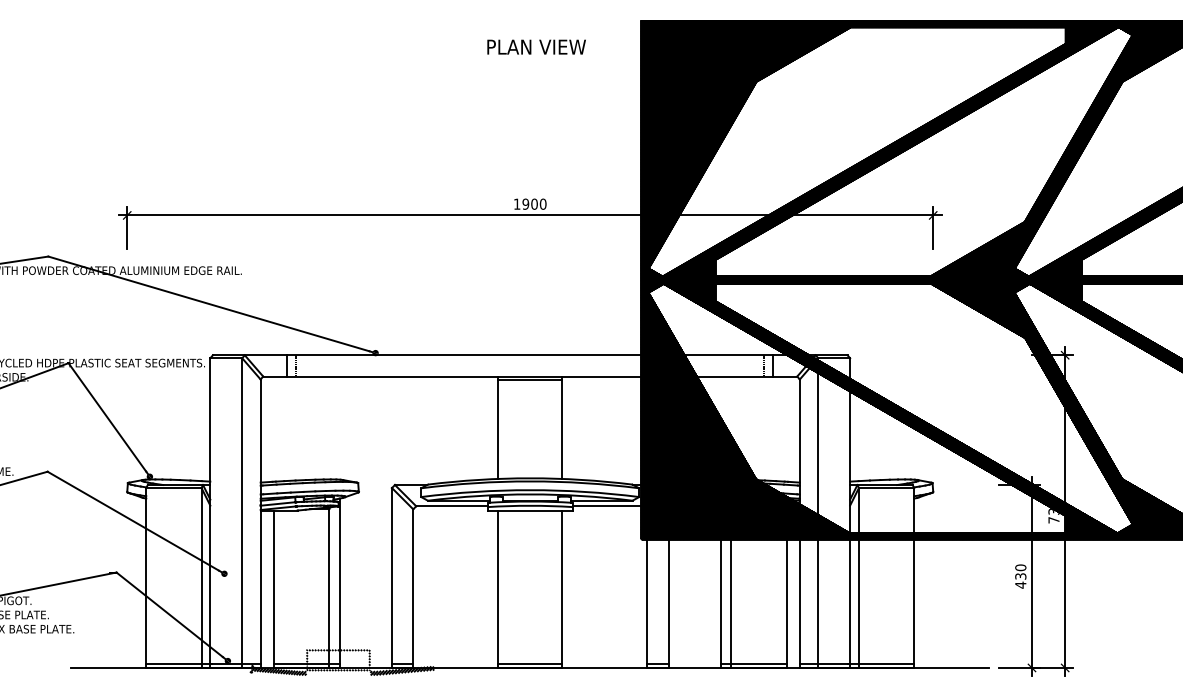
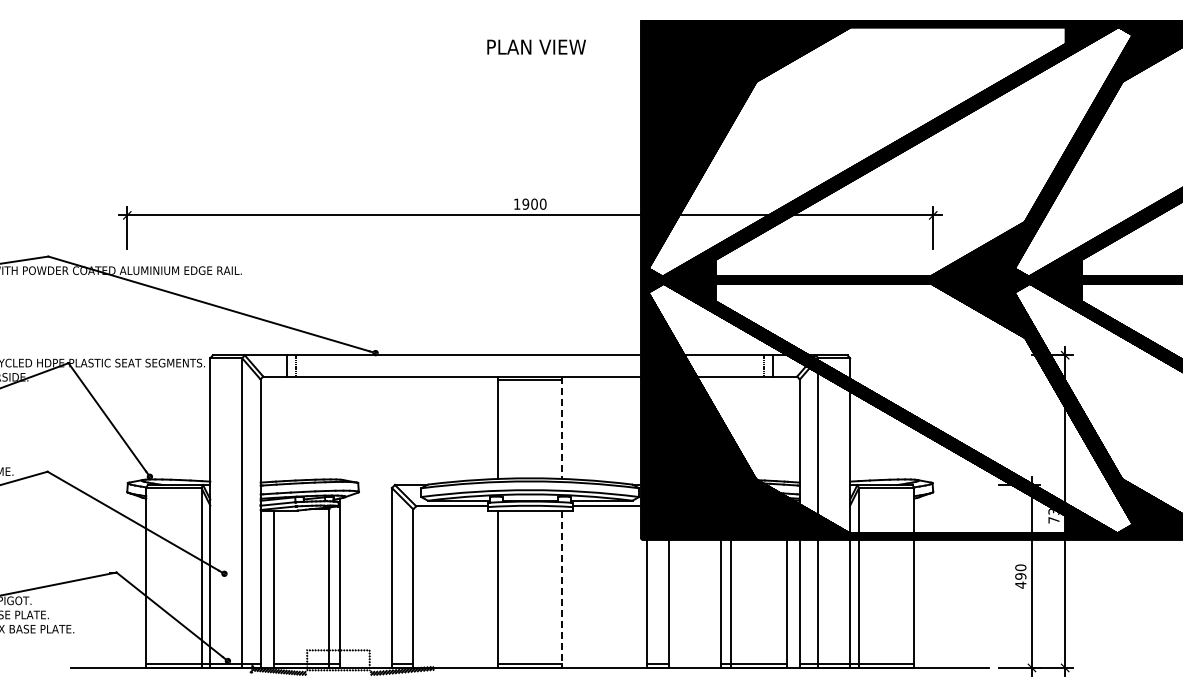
line at (562, 428): solid -> dashed
text at (1020, 576): 430 -> 490
line at (562, 589): solid -> dashed
